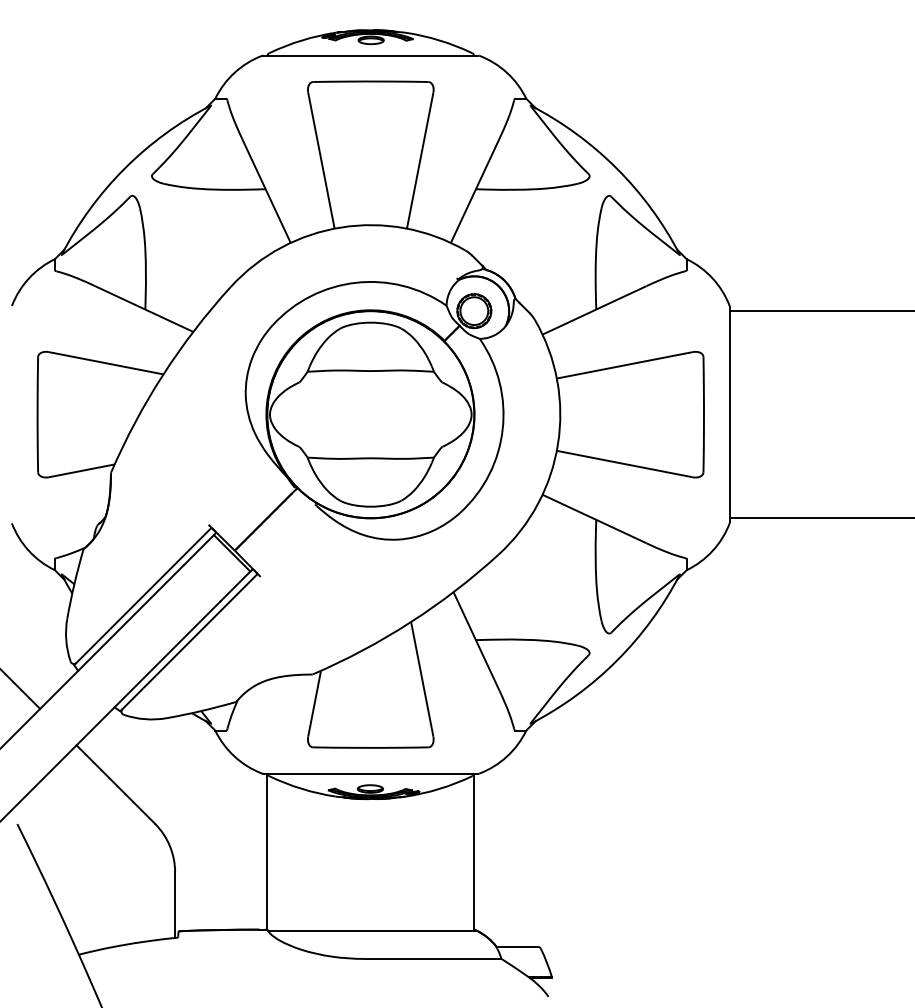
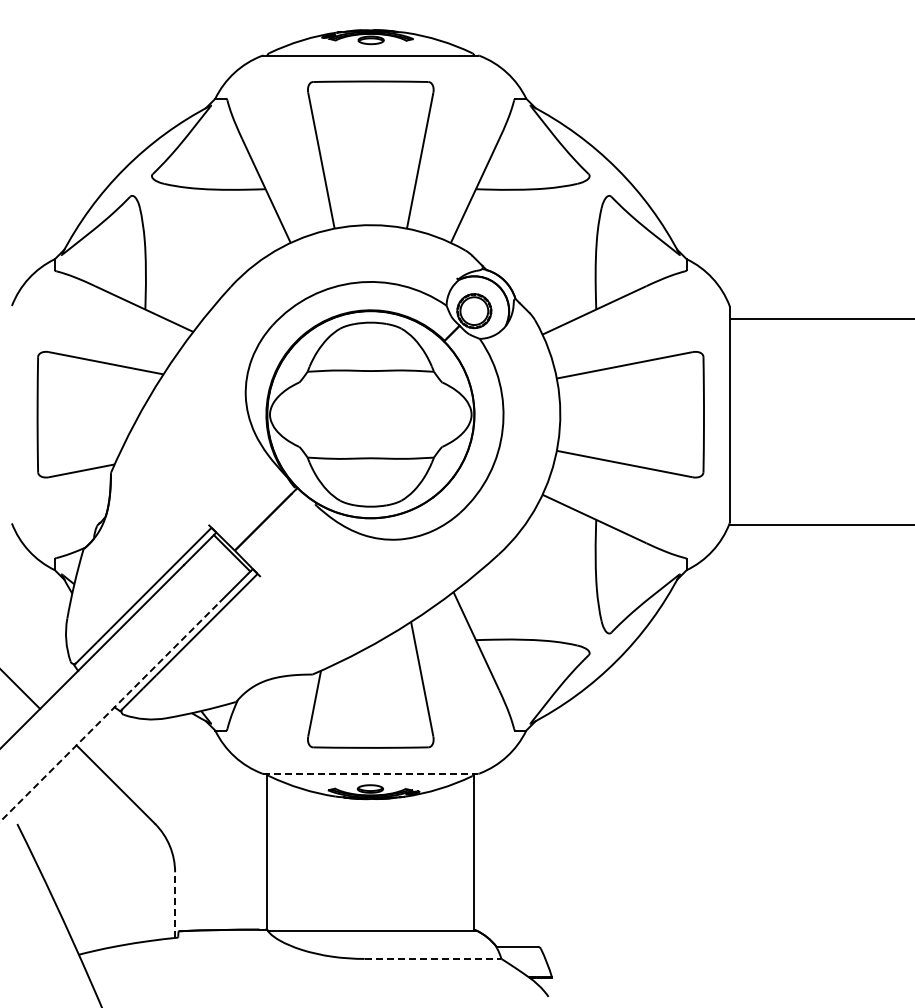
line at (820, 311) position: (820, 311) -> (820, 319)
line at (820, 518) position: (820, 518) -> (820, 525)
line at (110, 711): solid -> dashed
line at (371, 773): solid -> dashed
line at (175, 905): solid -> dashed
line at (433, 958): solid -> dashed
